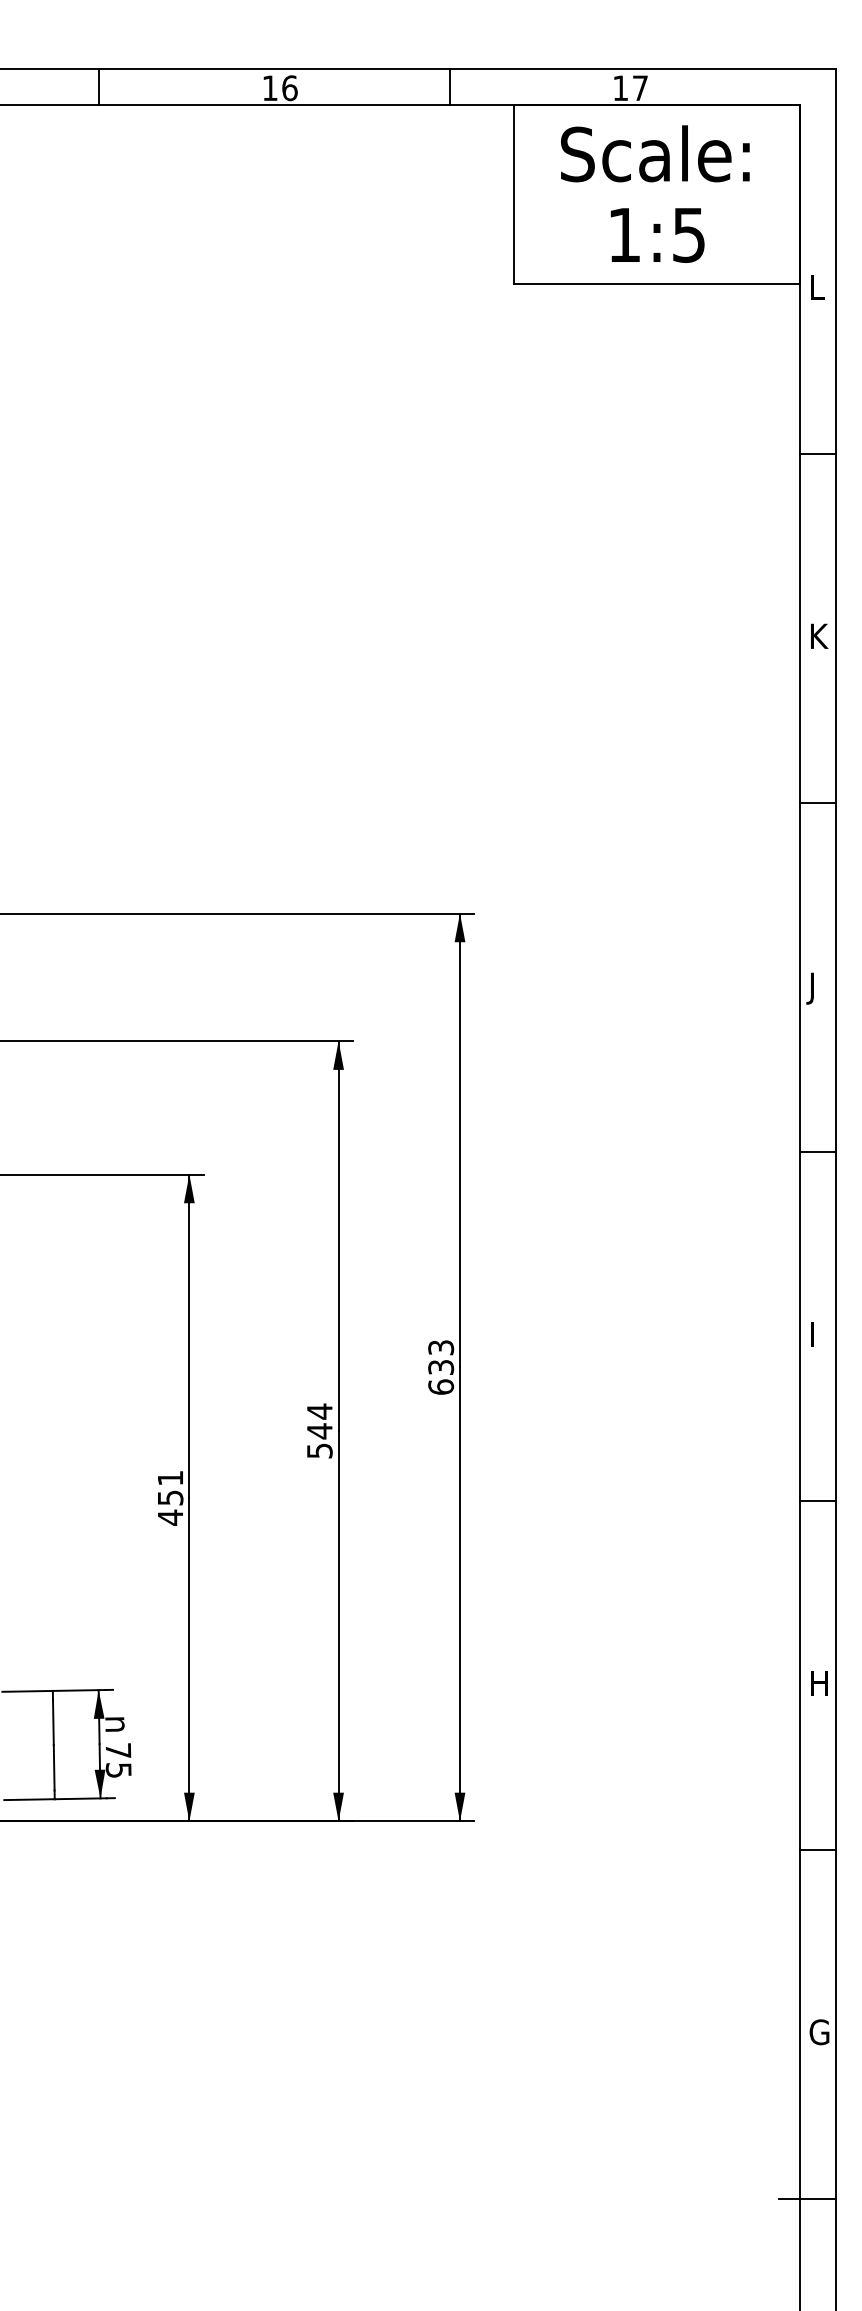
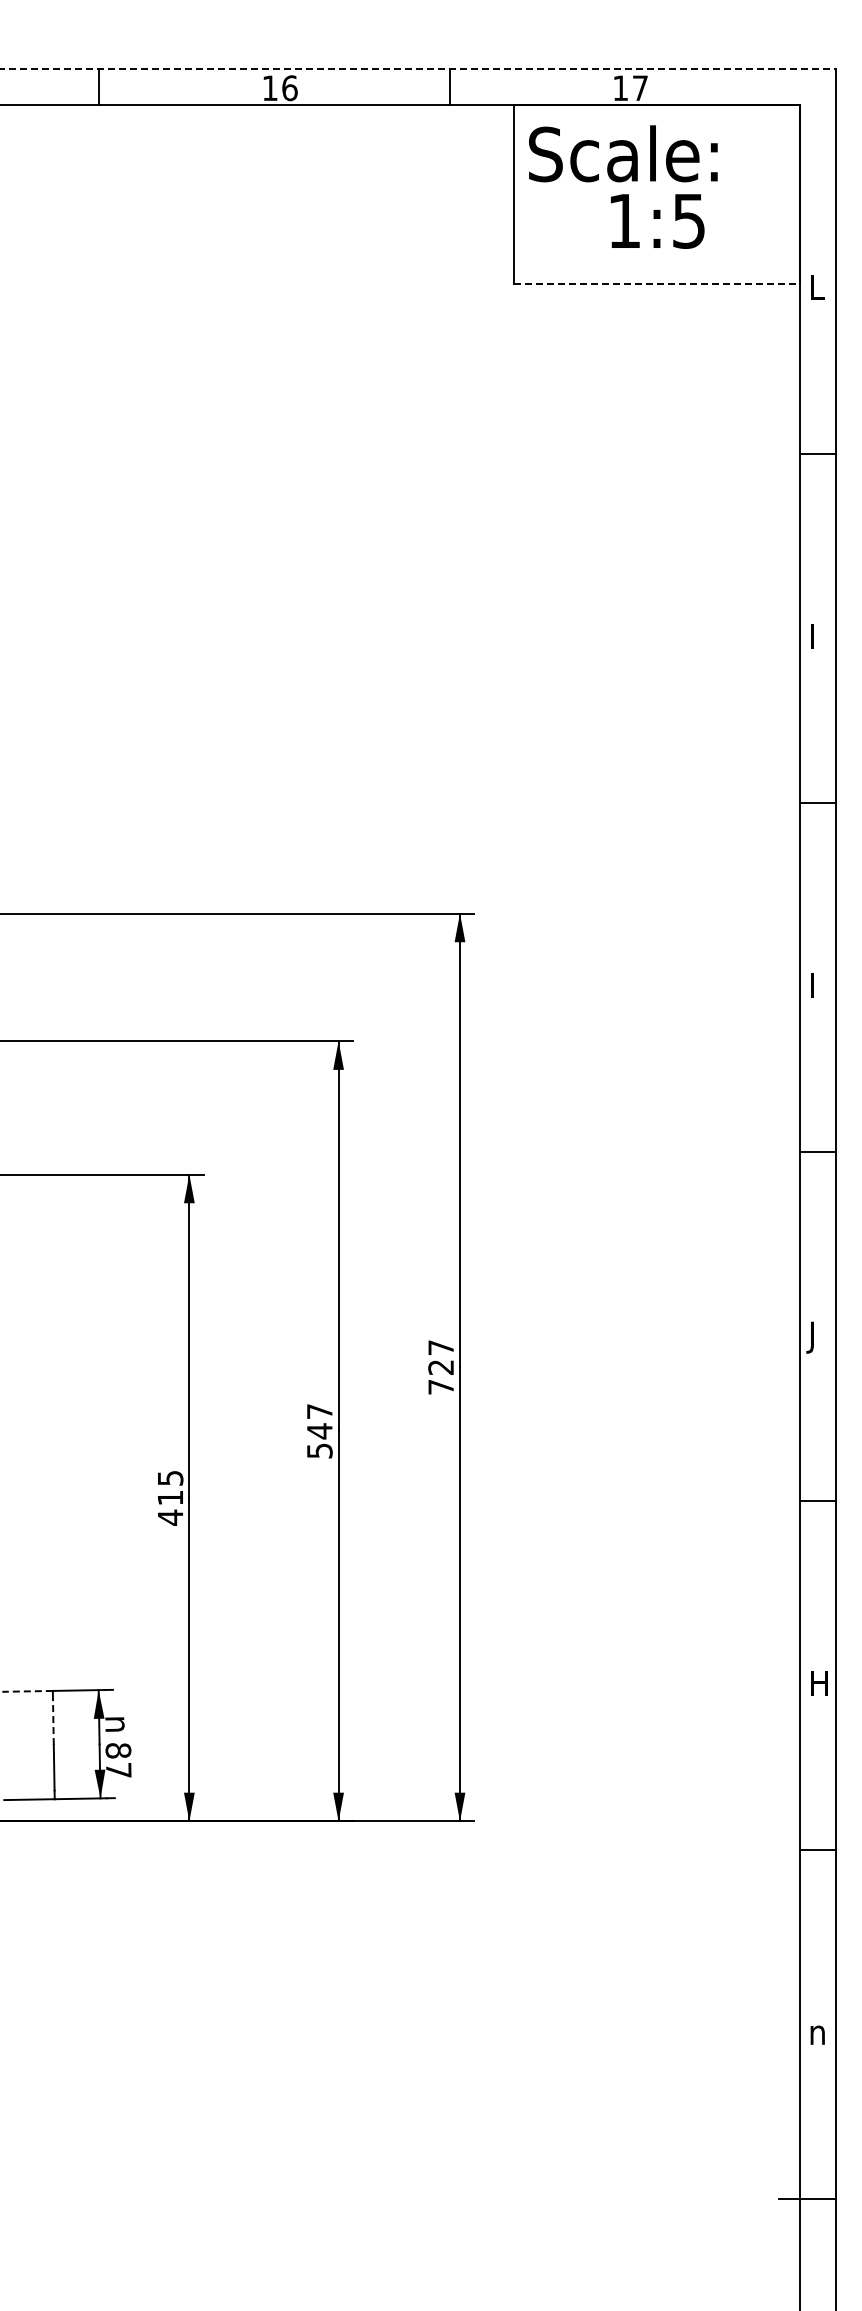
line at (419, 69): solid -> dashed
text at (655, 153) position: (655, 153) -> (623, 153)
text at (657, 235) position: (657, 235) -> (657, 221)
line at (657, 284): solid -> dashed
text at (819, 635): K -> I
text at (809, 988): J -> I
text at (809, 1337): I -> J
text at (441, 1367): 633 -> 727
text at (319, 1411): 544 -> 547
text at (170, 1488): 451 -> 415
line at (27, 1691): solid -> dashed
line at (53, 1722): solid -> dashed
text at (118, 1760): 75 -> 87
text at (819, 2032): G -> n
